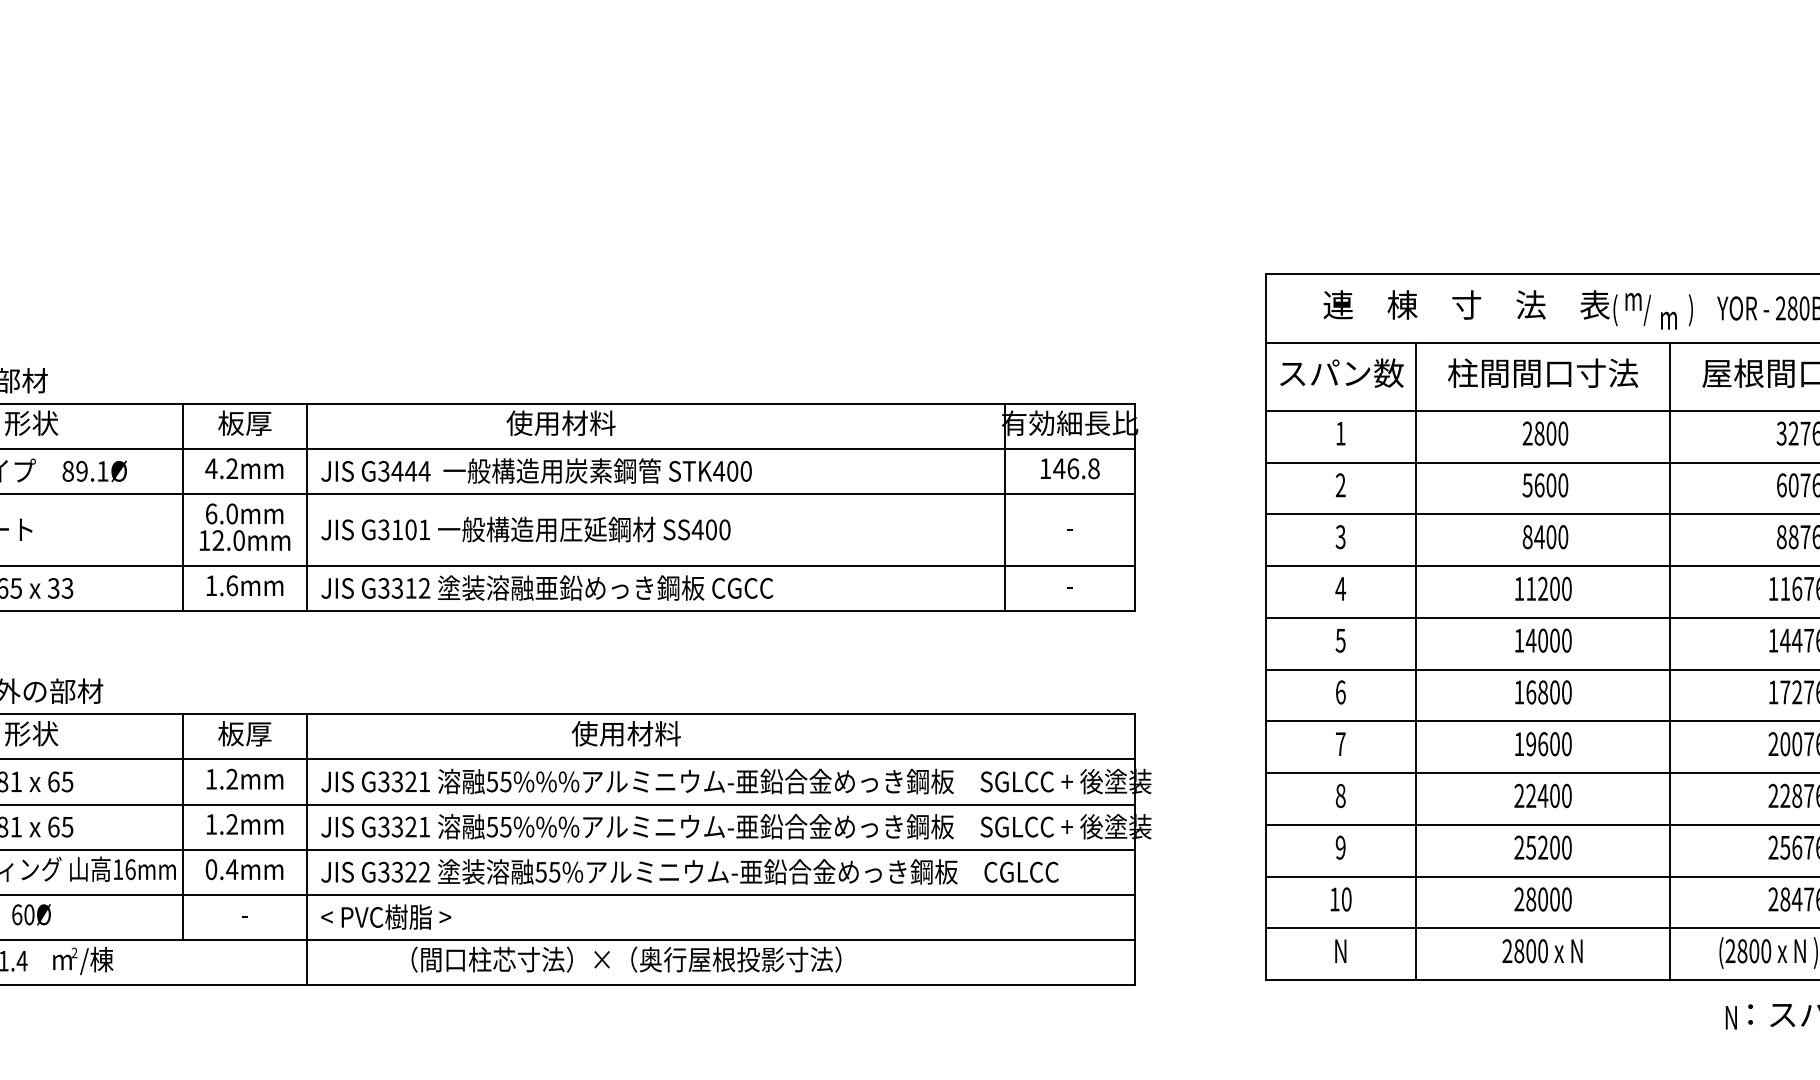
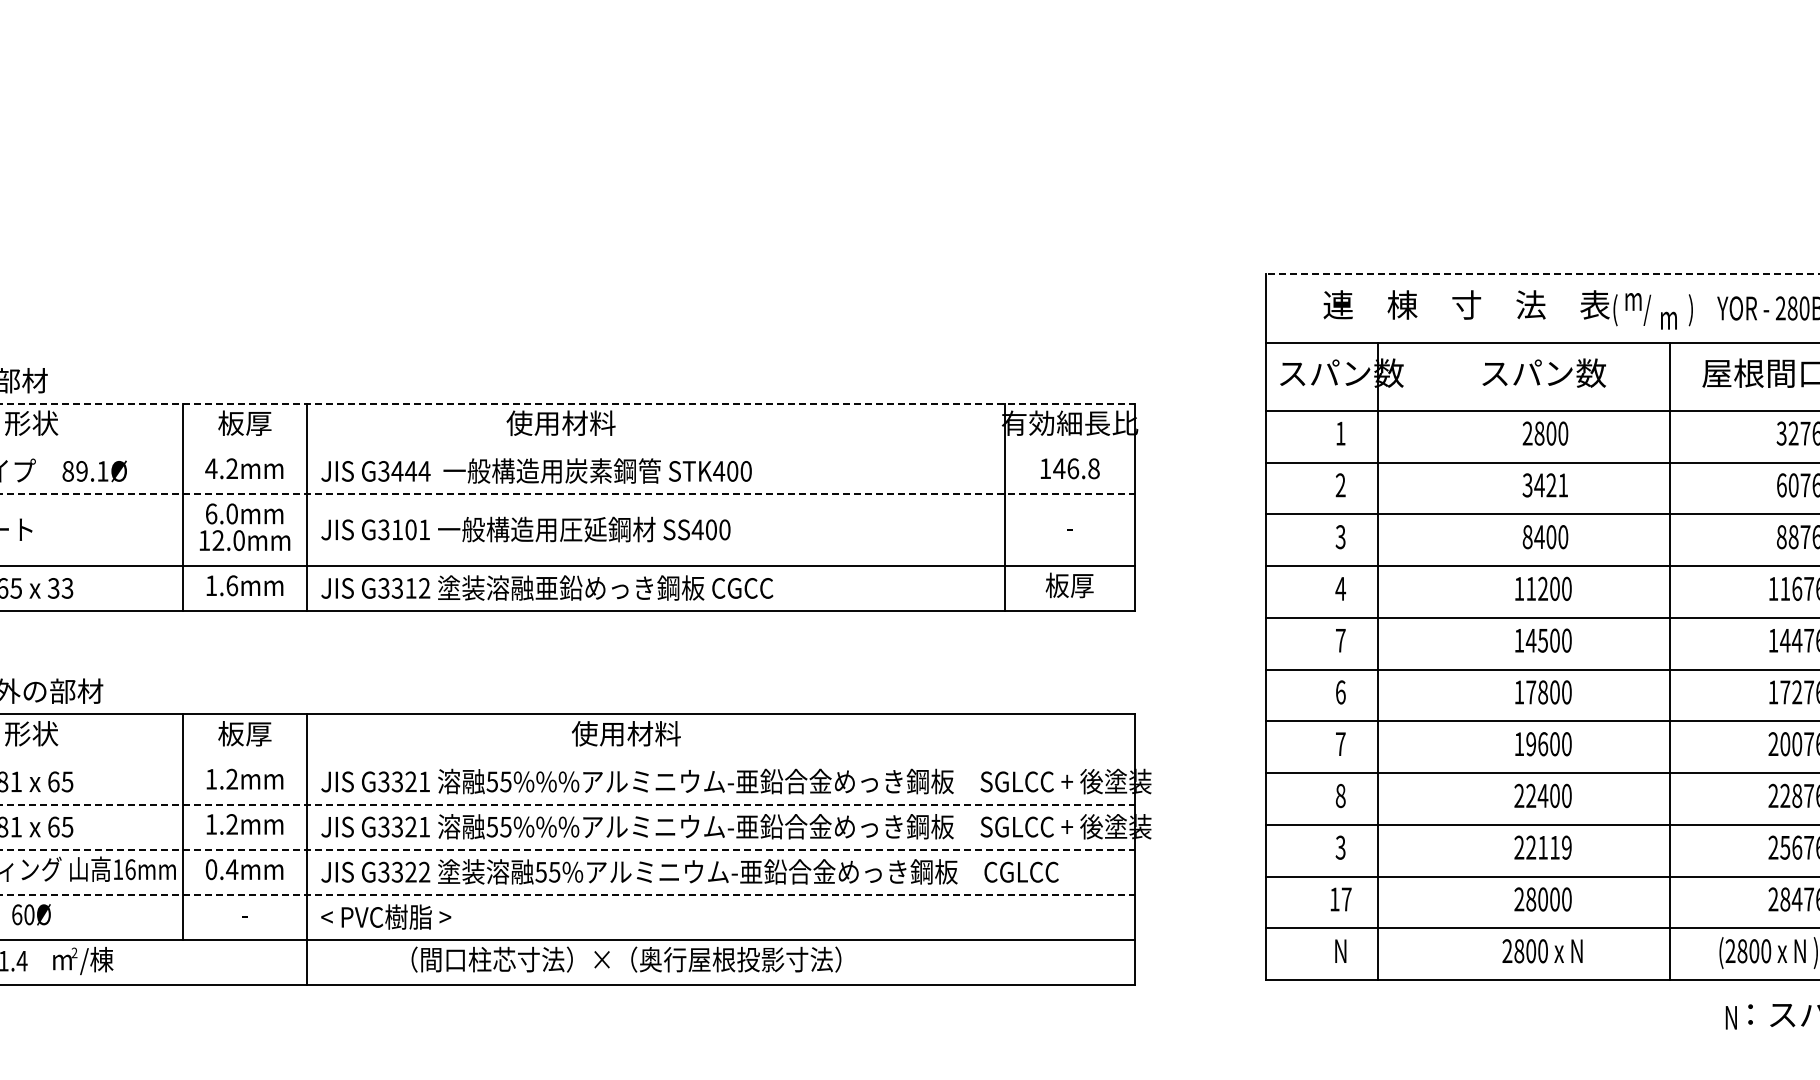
line at (1542, 274): solid -> dashed
text at (1543, 372): 柱間間口寸法 -> スパン数
line at (568, 403): solid -> dashed
line at (568, 448): present -> none
text at (1545, 485): 5600 -> 3421
line at (568, 494): solid -> dashed
text at (1069, 585): - -> 板厚
text at (1340, 640): 5 -> 7
text at (1542, 640): 14000 -> 14500
line at (1416, 661) position: (1416, 661) -> (1378, 661)
text at (1531, 692): 16800 -> 17800
line at (568, 759): present -> none
line at (568, 804): solid -> dashed
text at (1340, 847): 9 -> 3
text at (1548, 847): 25200 -> 22119
line at (568, 849): solid -> dashed
line at (568, 894): solid -> dashed
text at (1346, 899): 10 -> 17
